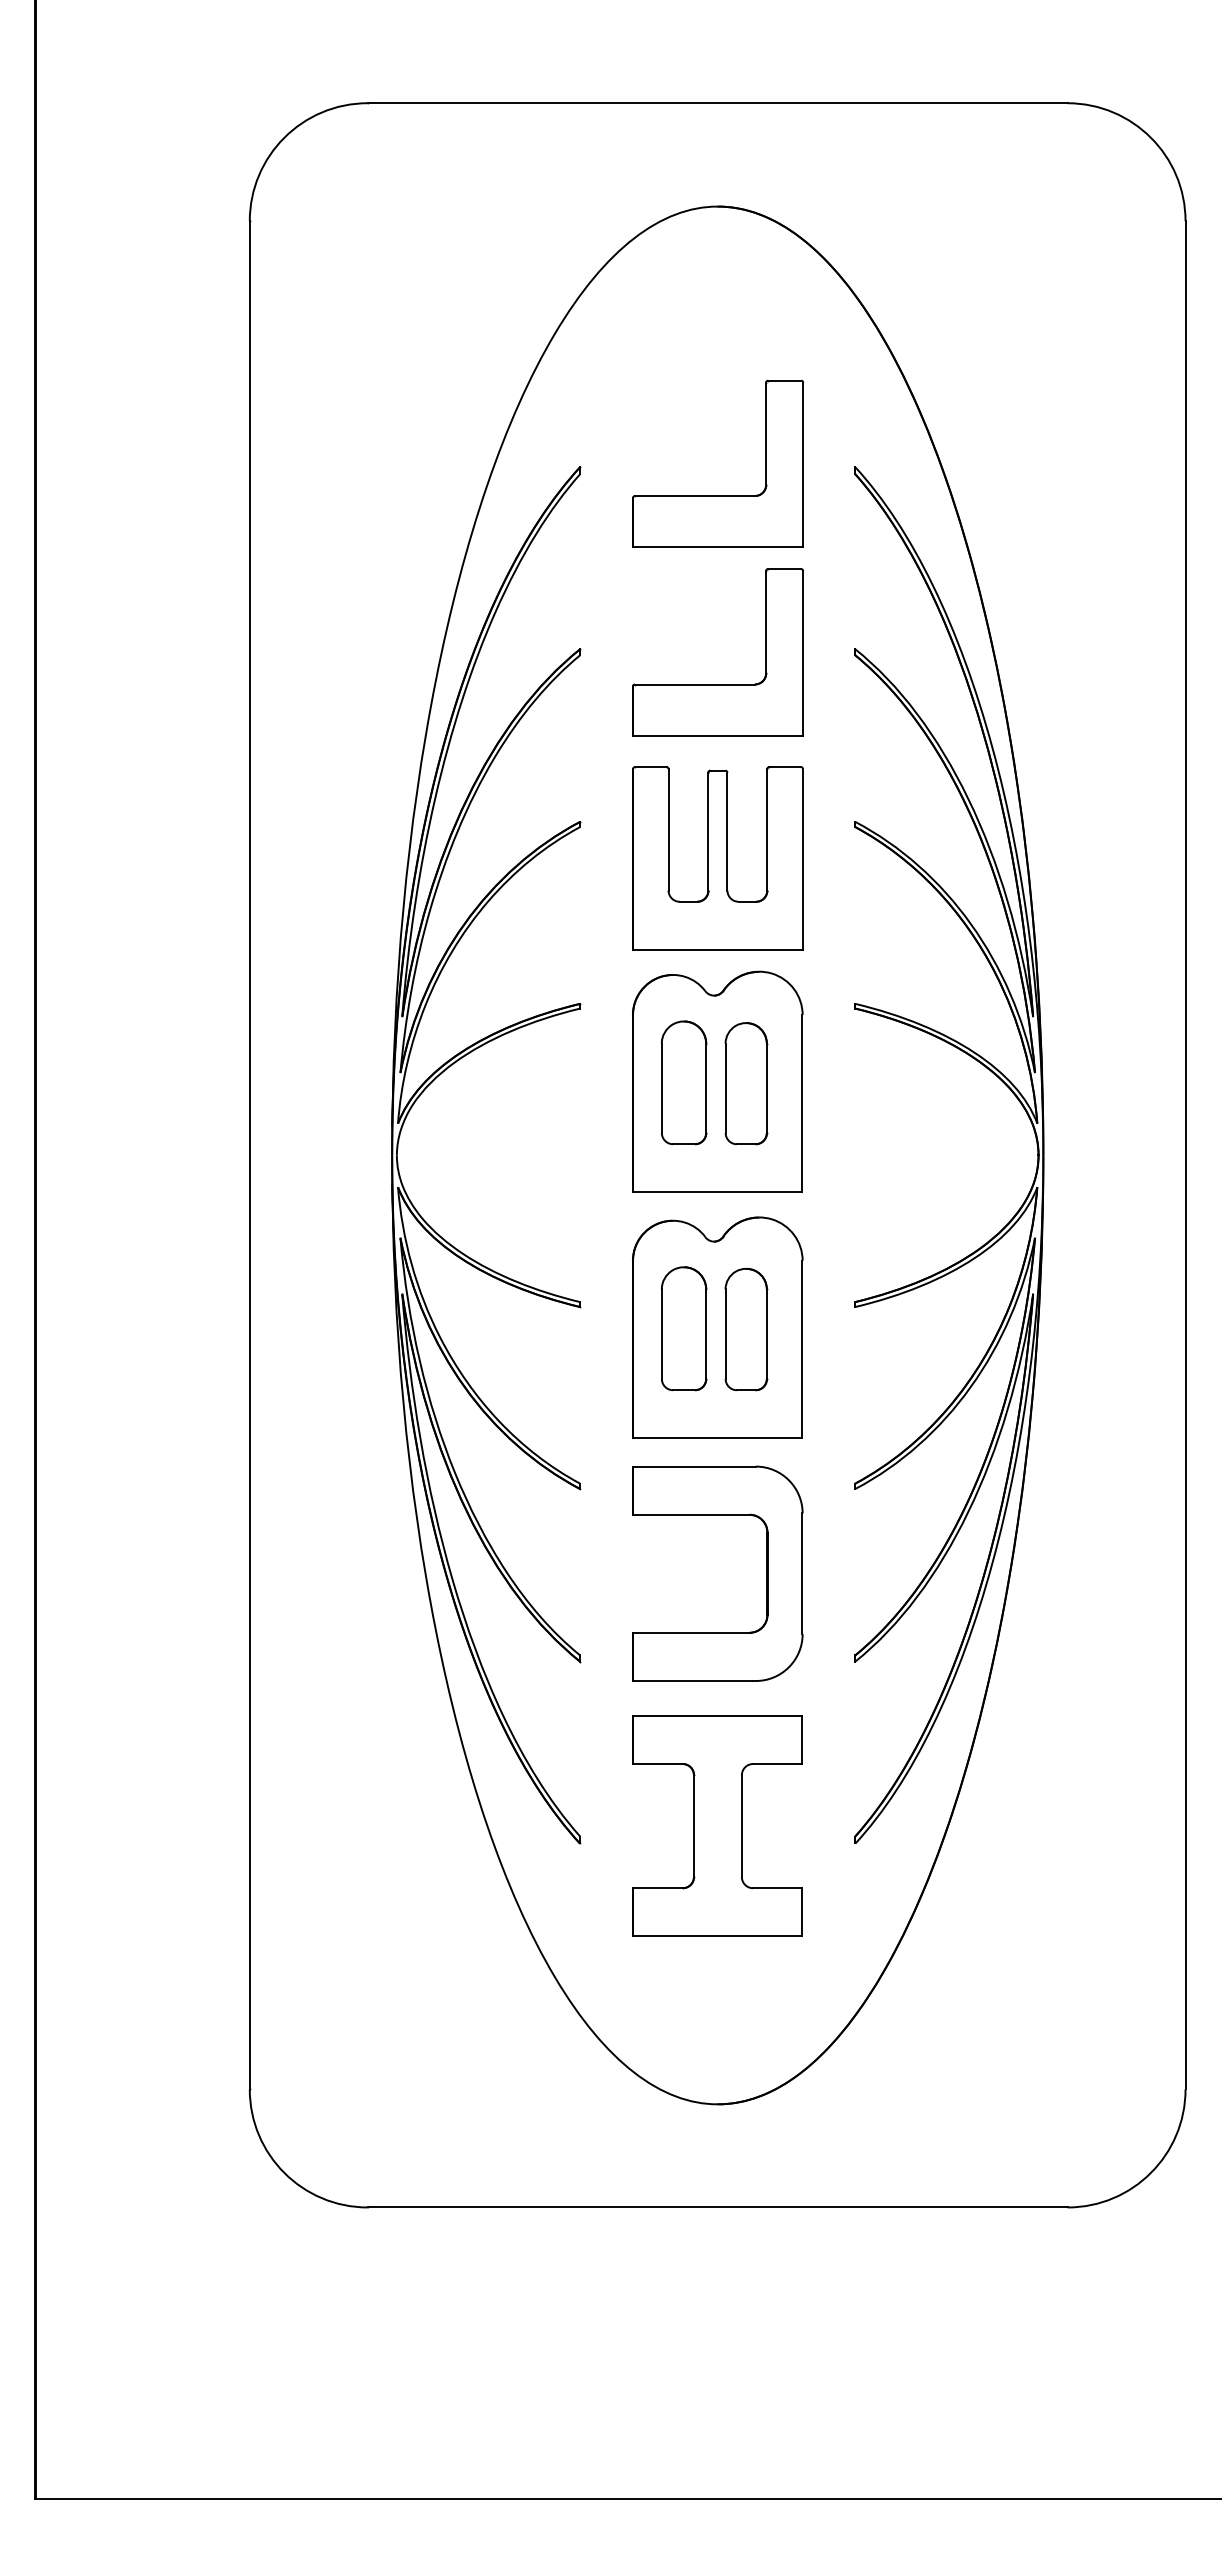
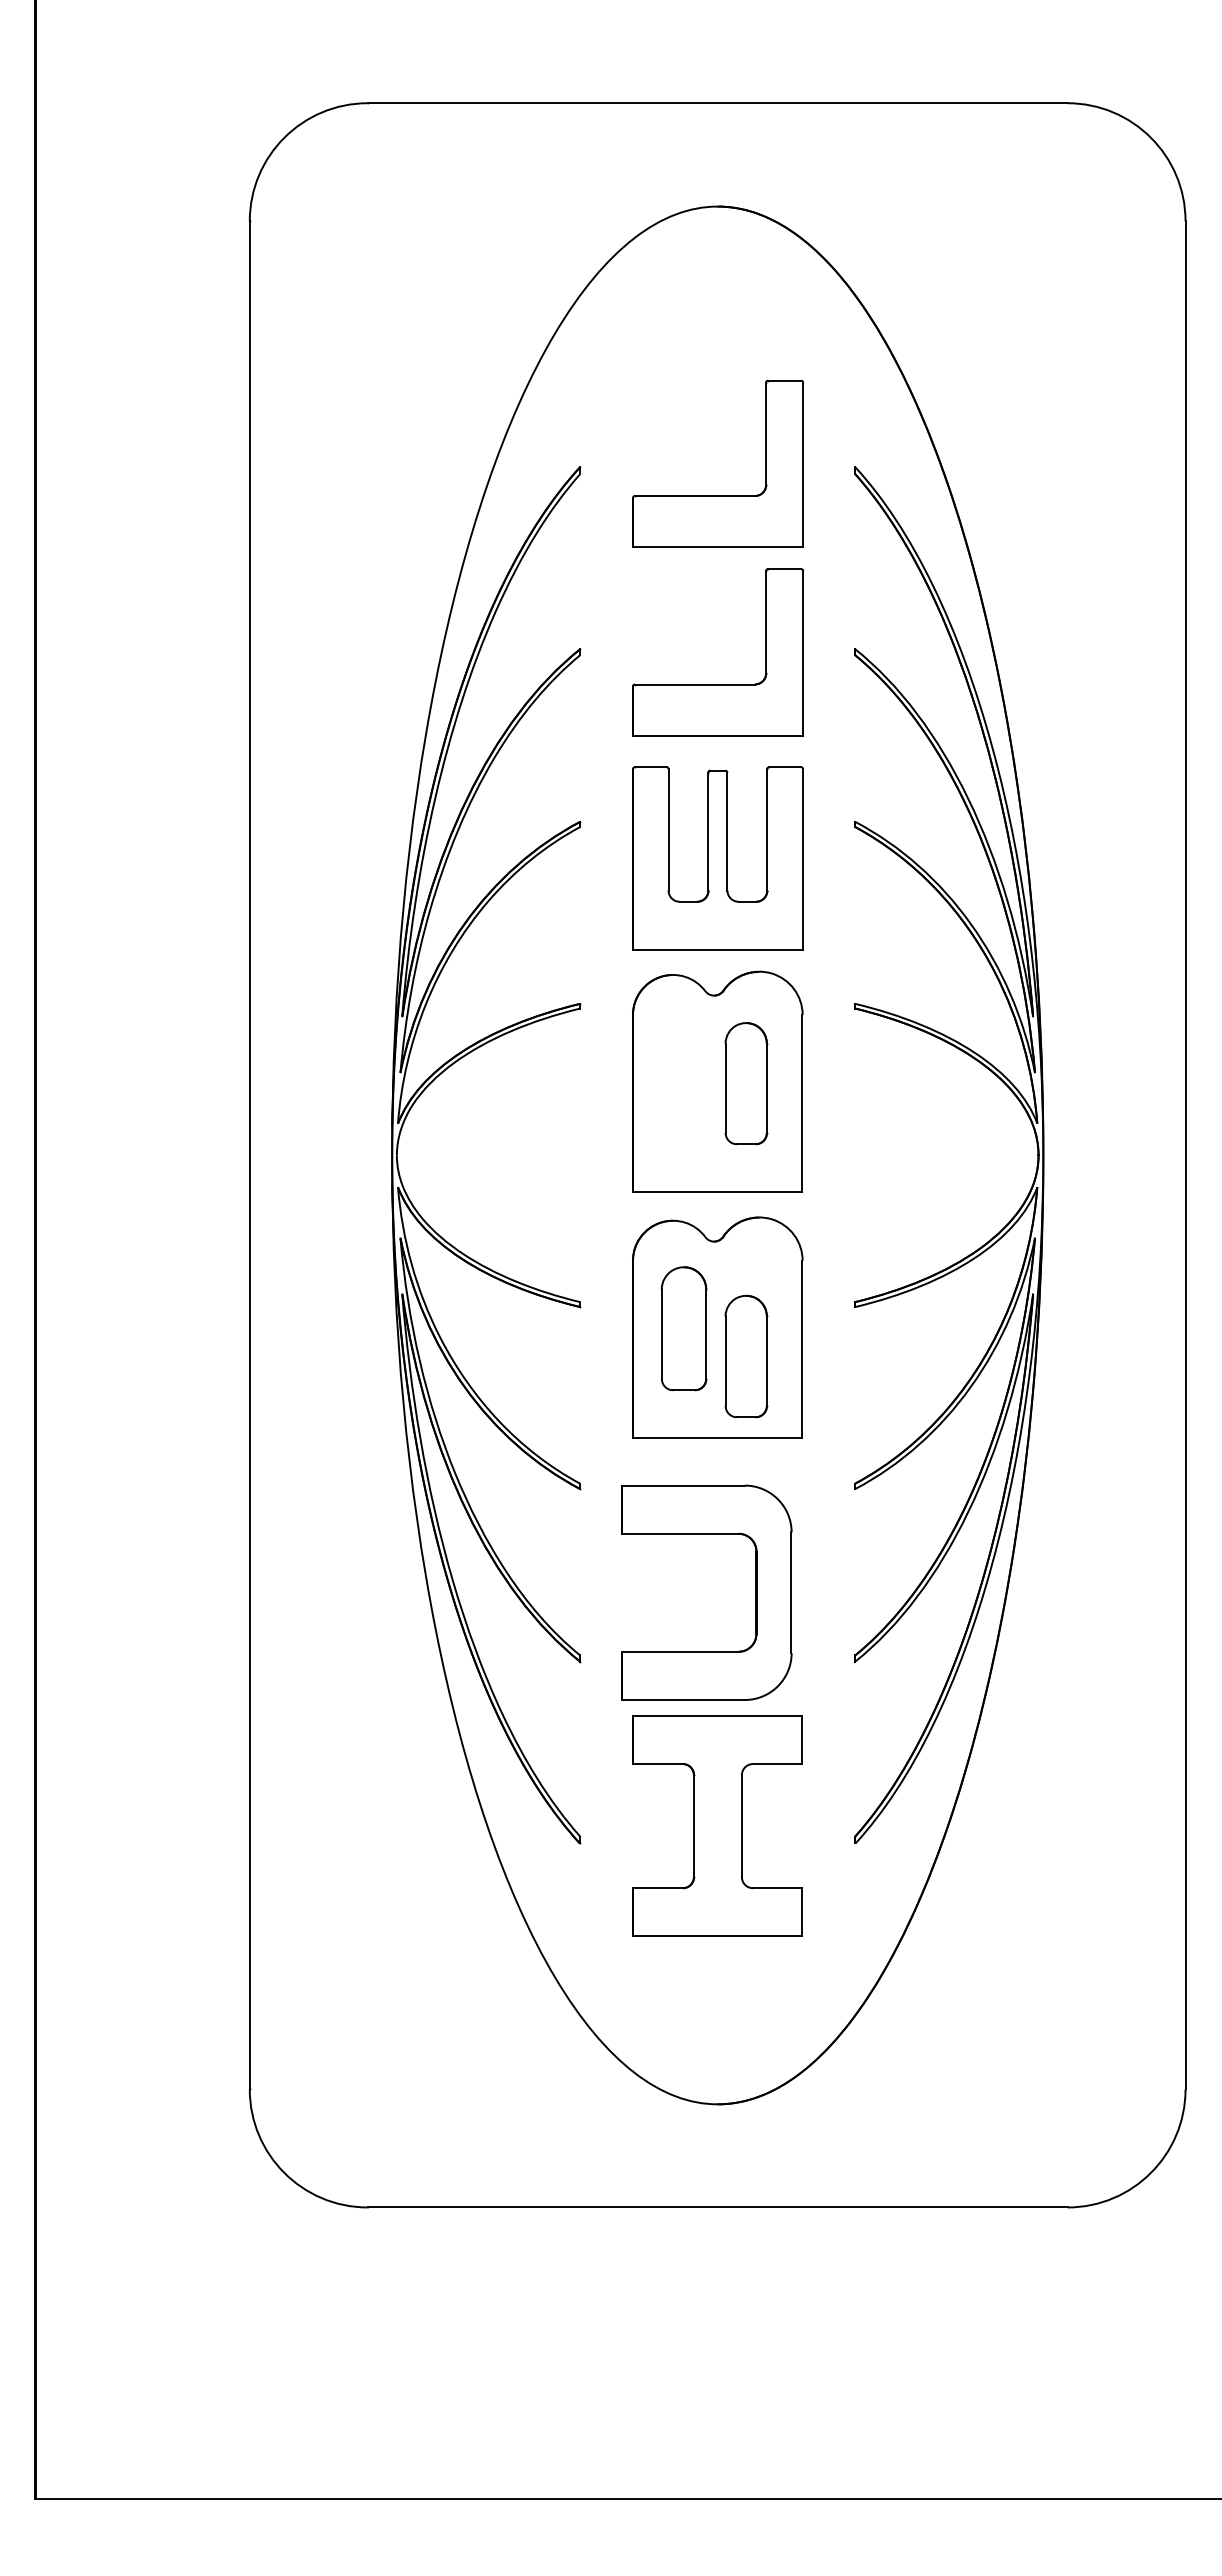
part at (683, 1082): present -> none
part at (746, 1329) position: (746, 1329) -> (746, 1356)
part at (766, 1573) position: (766, 1573) -> (755, 1592)
